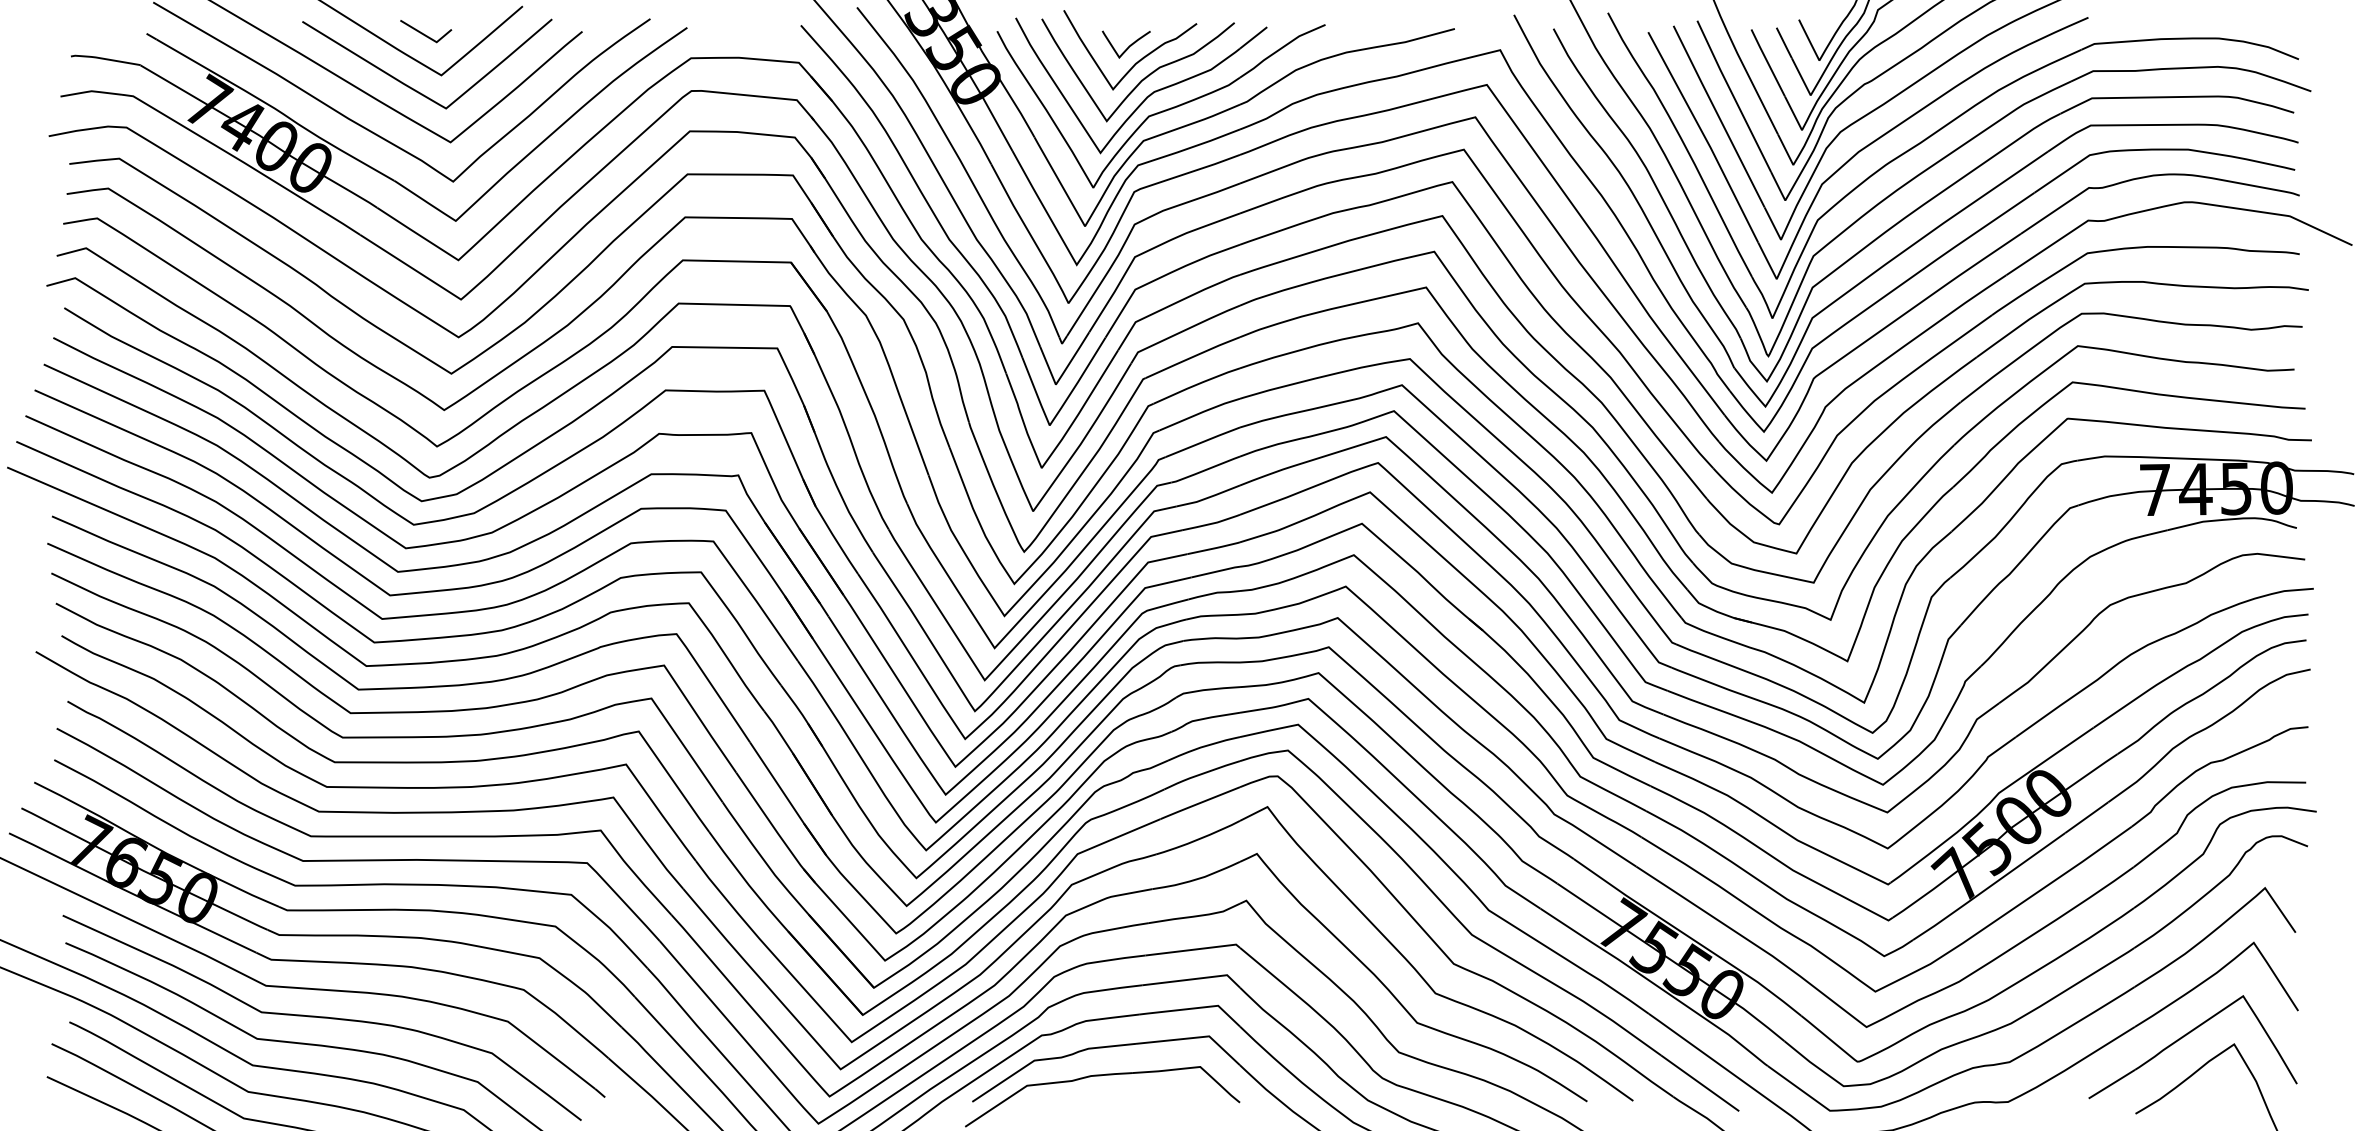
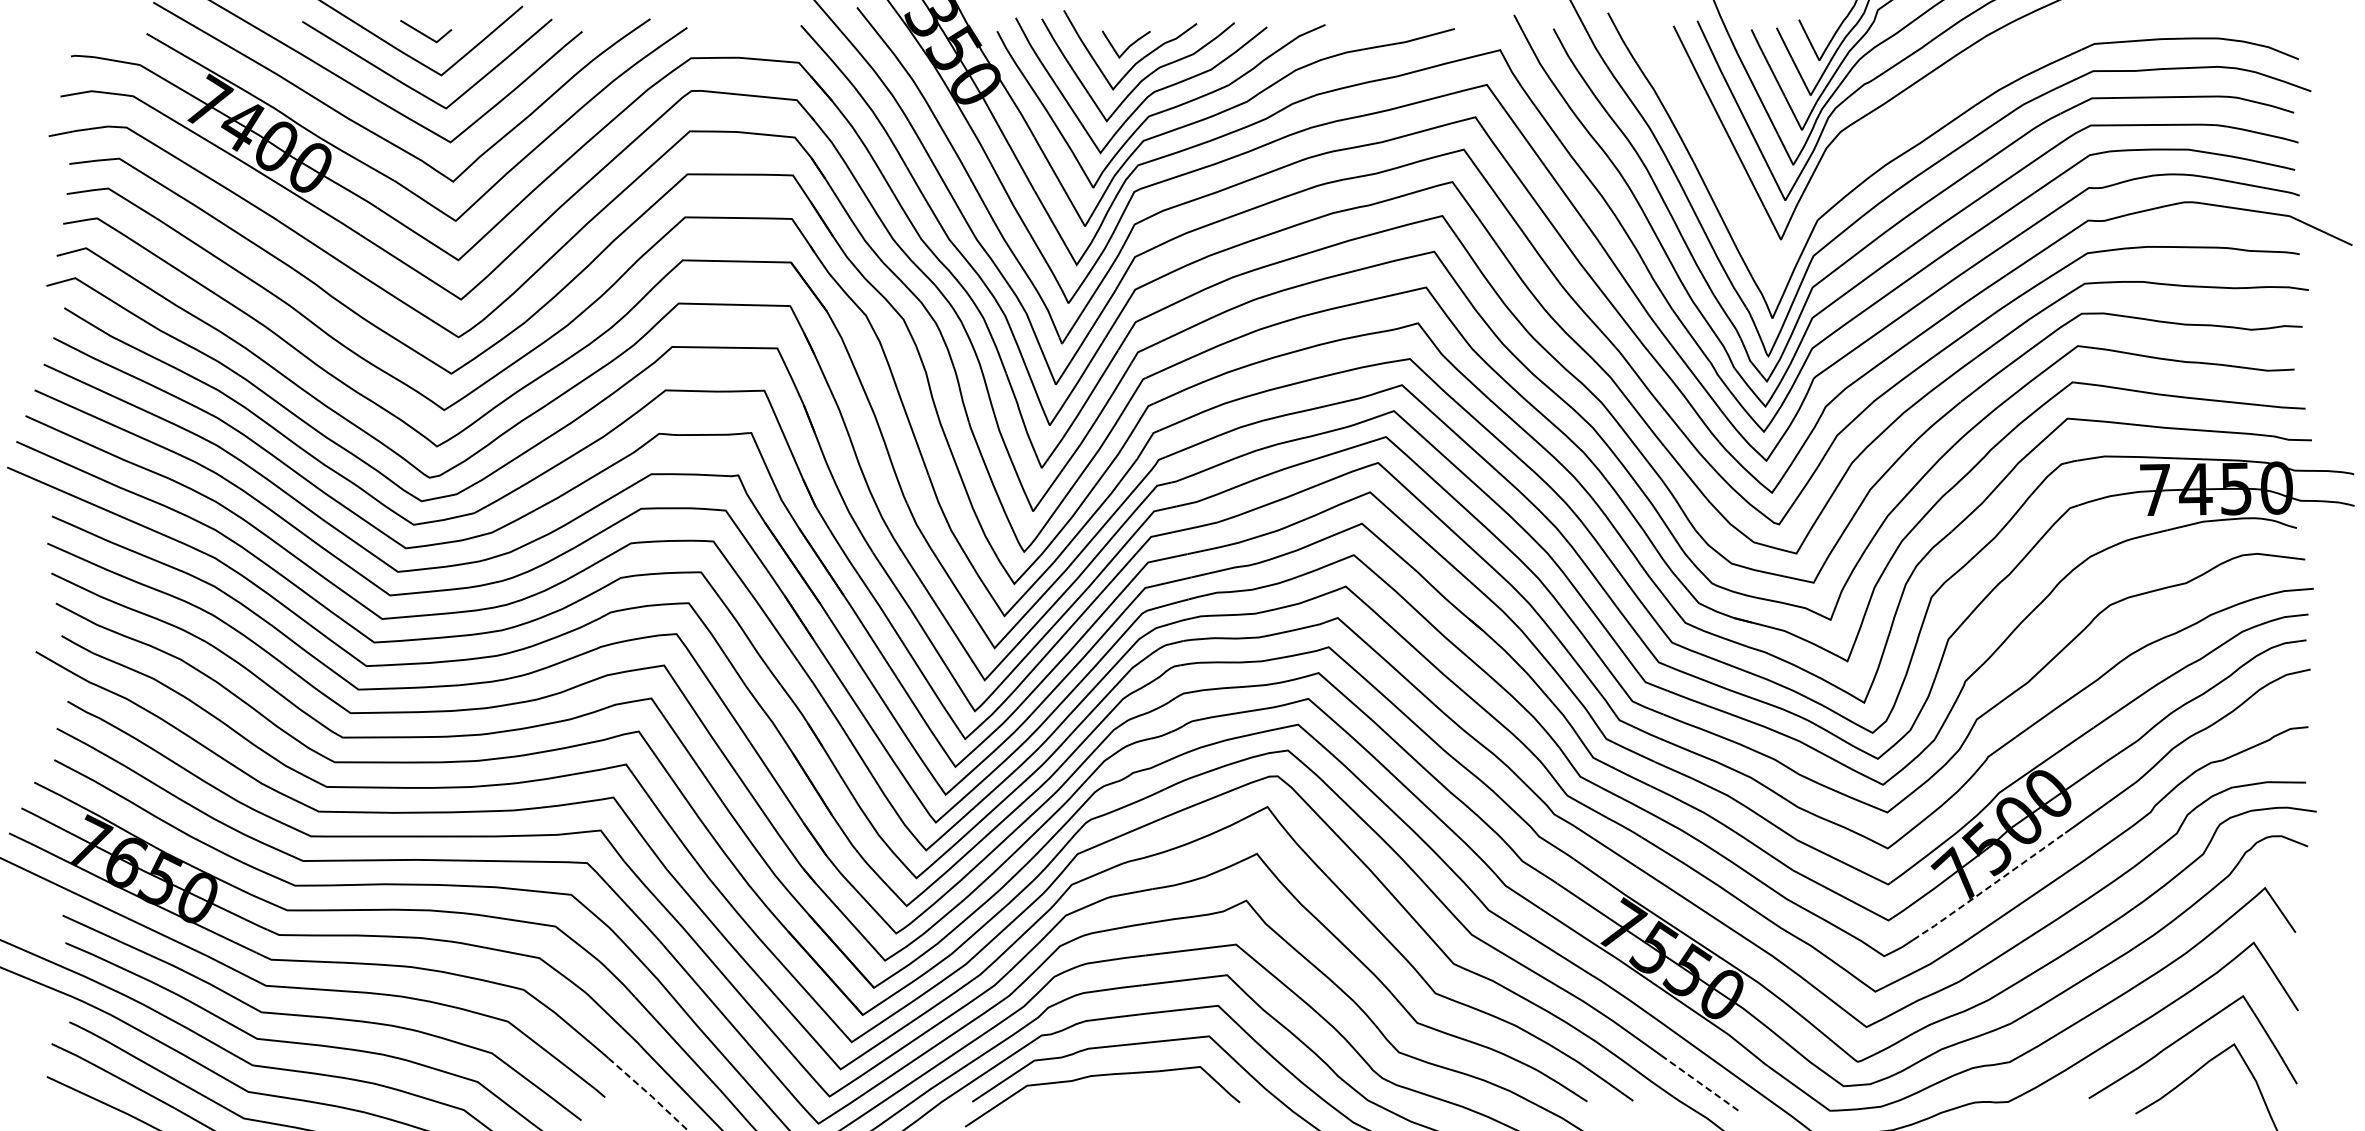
part at (1867, 148): present -> none
line at (1988, 887): solid -> dashed
line at (1700, 1083): solid -> dashed
line at (649, 1094): solid -> dashed
